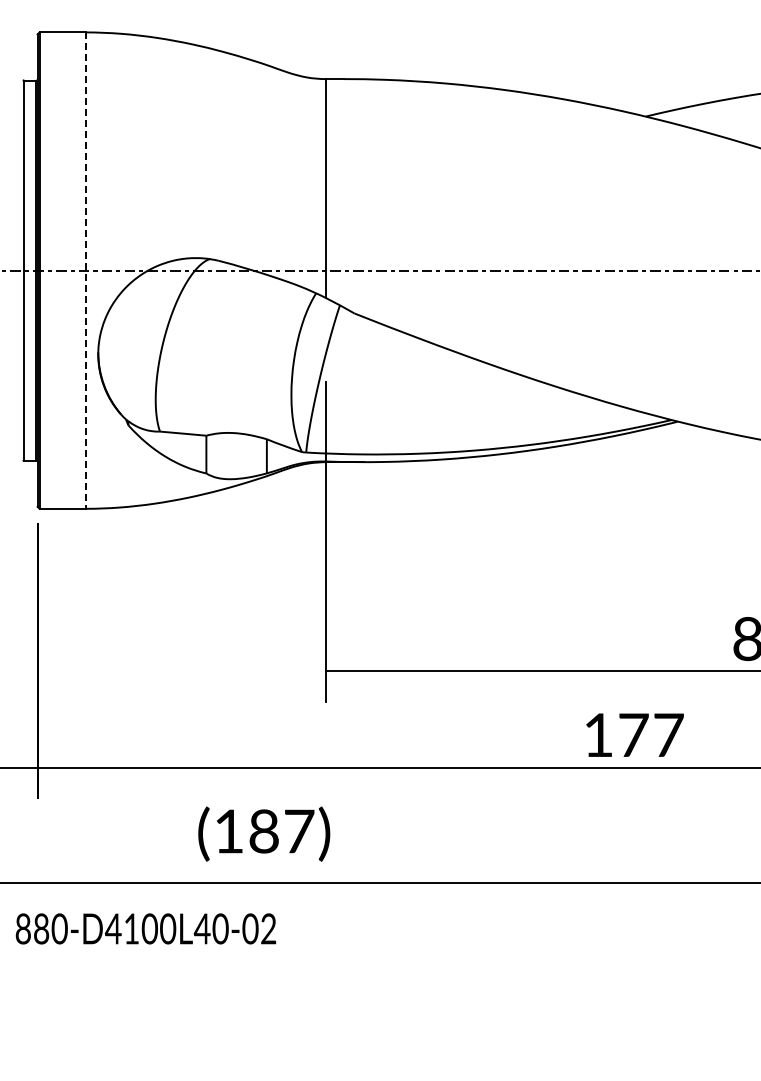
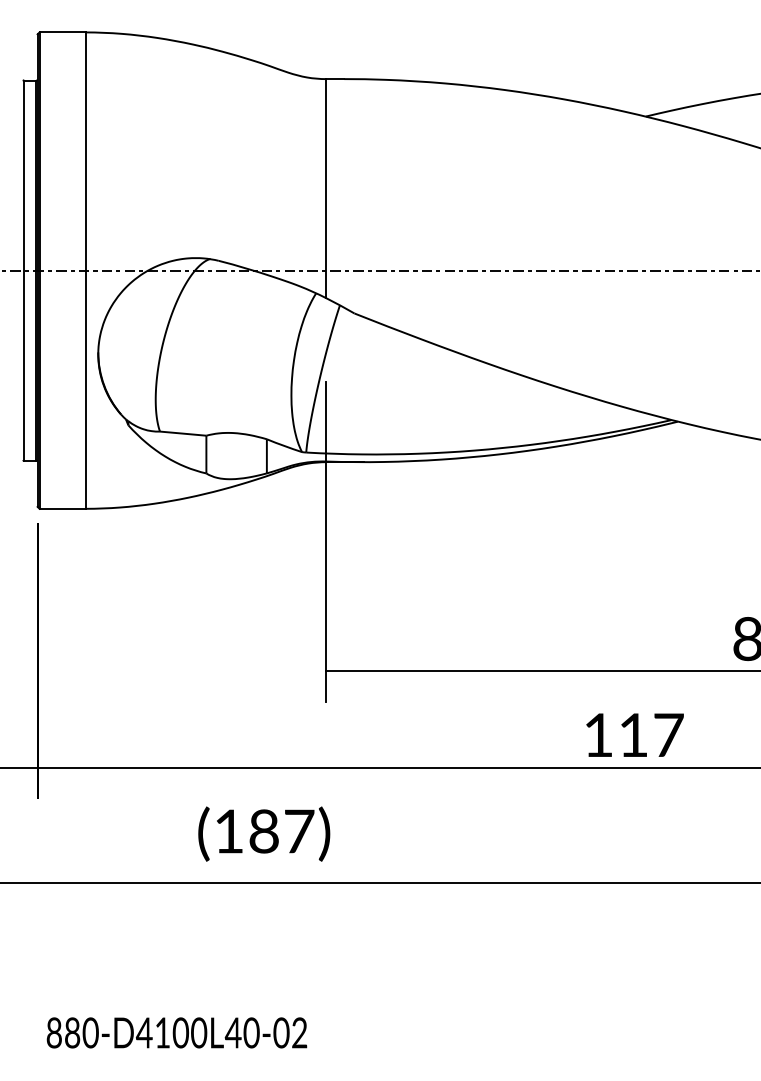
line at (85, 271): dashed -> solid
text at (633, 734): 177 -> 117
text at (145, 928) position: (145, 928) -> (176, 1032)
